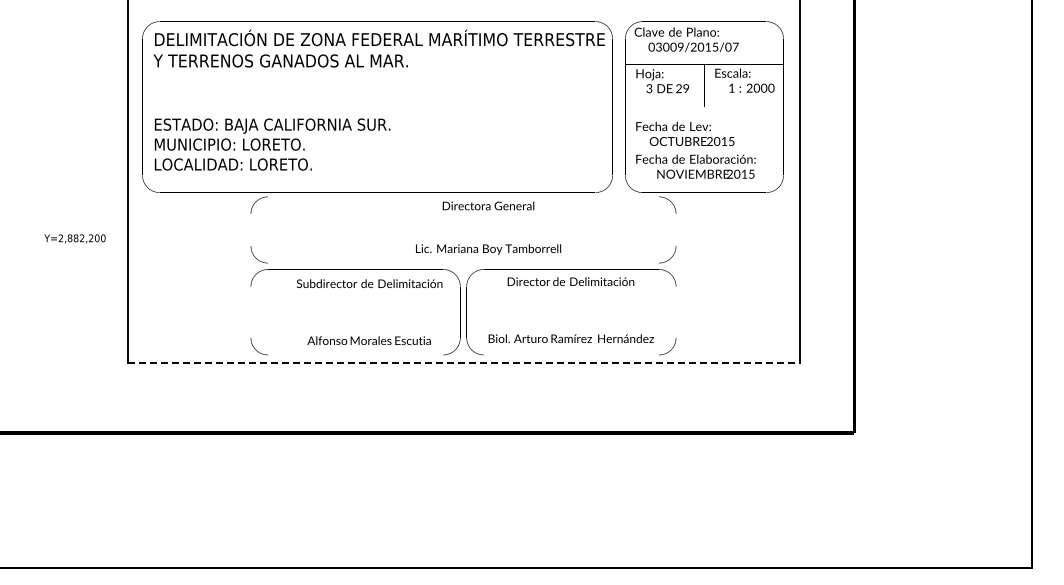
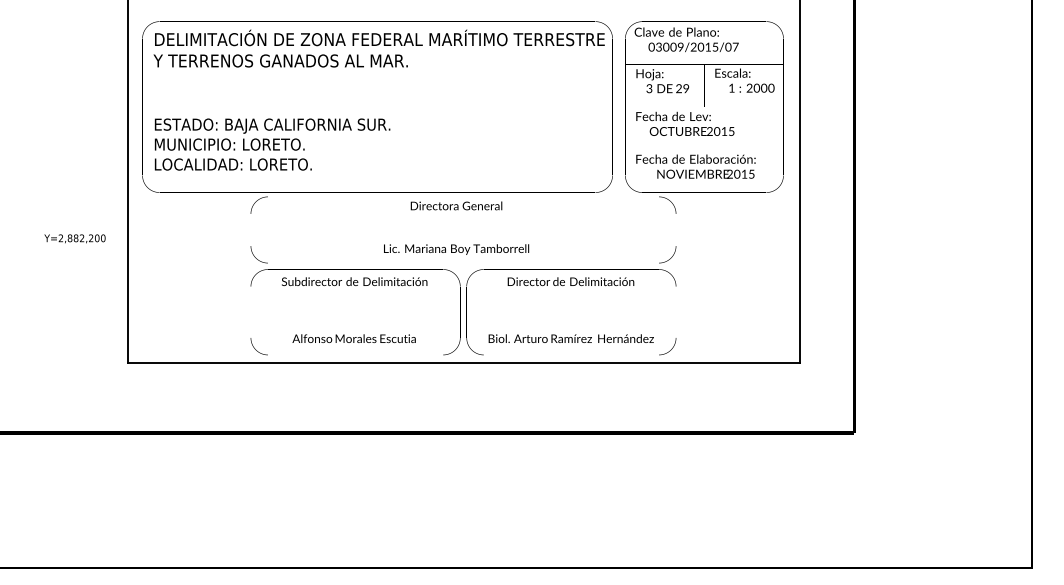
text at (685, 133) position: (685, 133) -> (685, 123)
text at (488, 227) position: (488, 227) -> (456, 227)
text at (369, 311) position: (369, 311) -> (354, 309)
line at (464, 363): dashed -> solid
